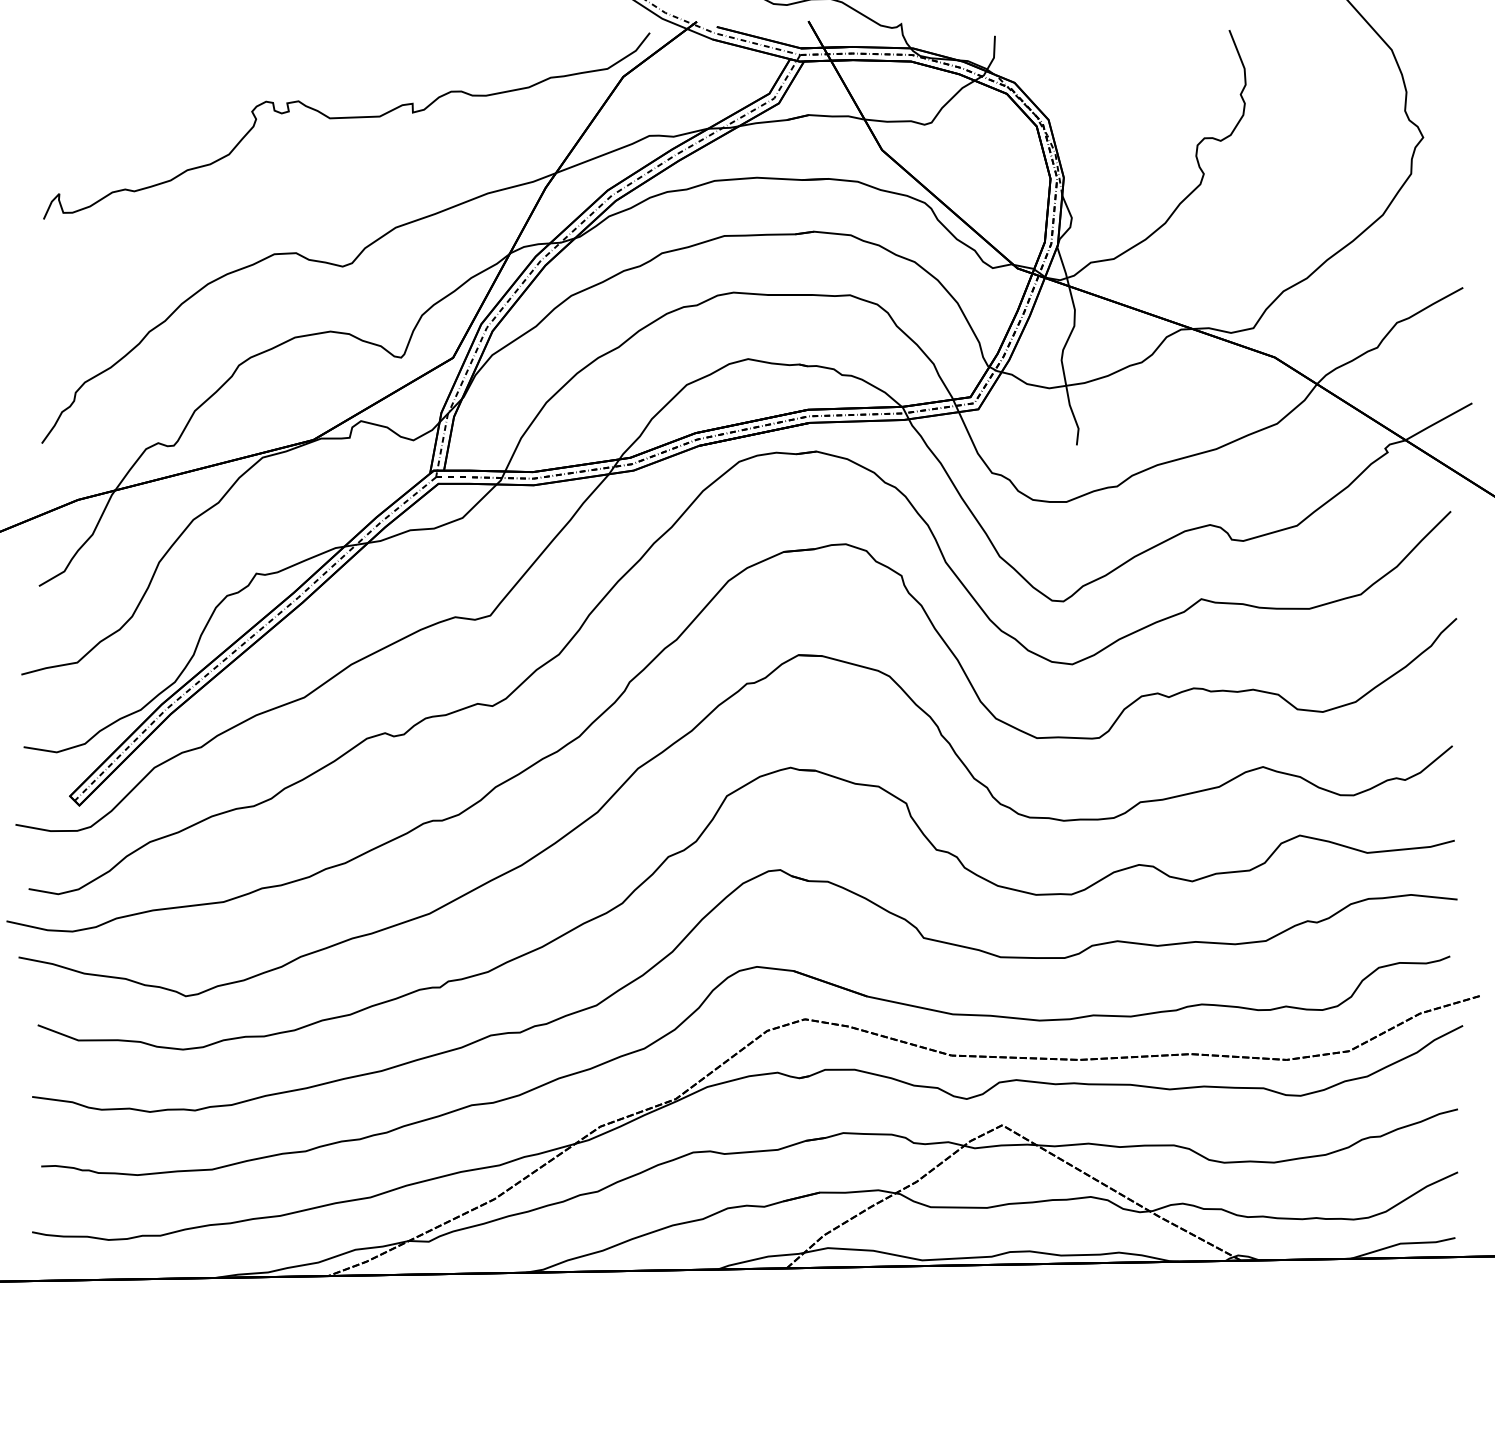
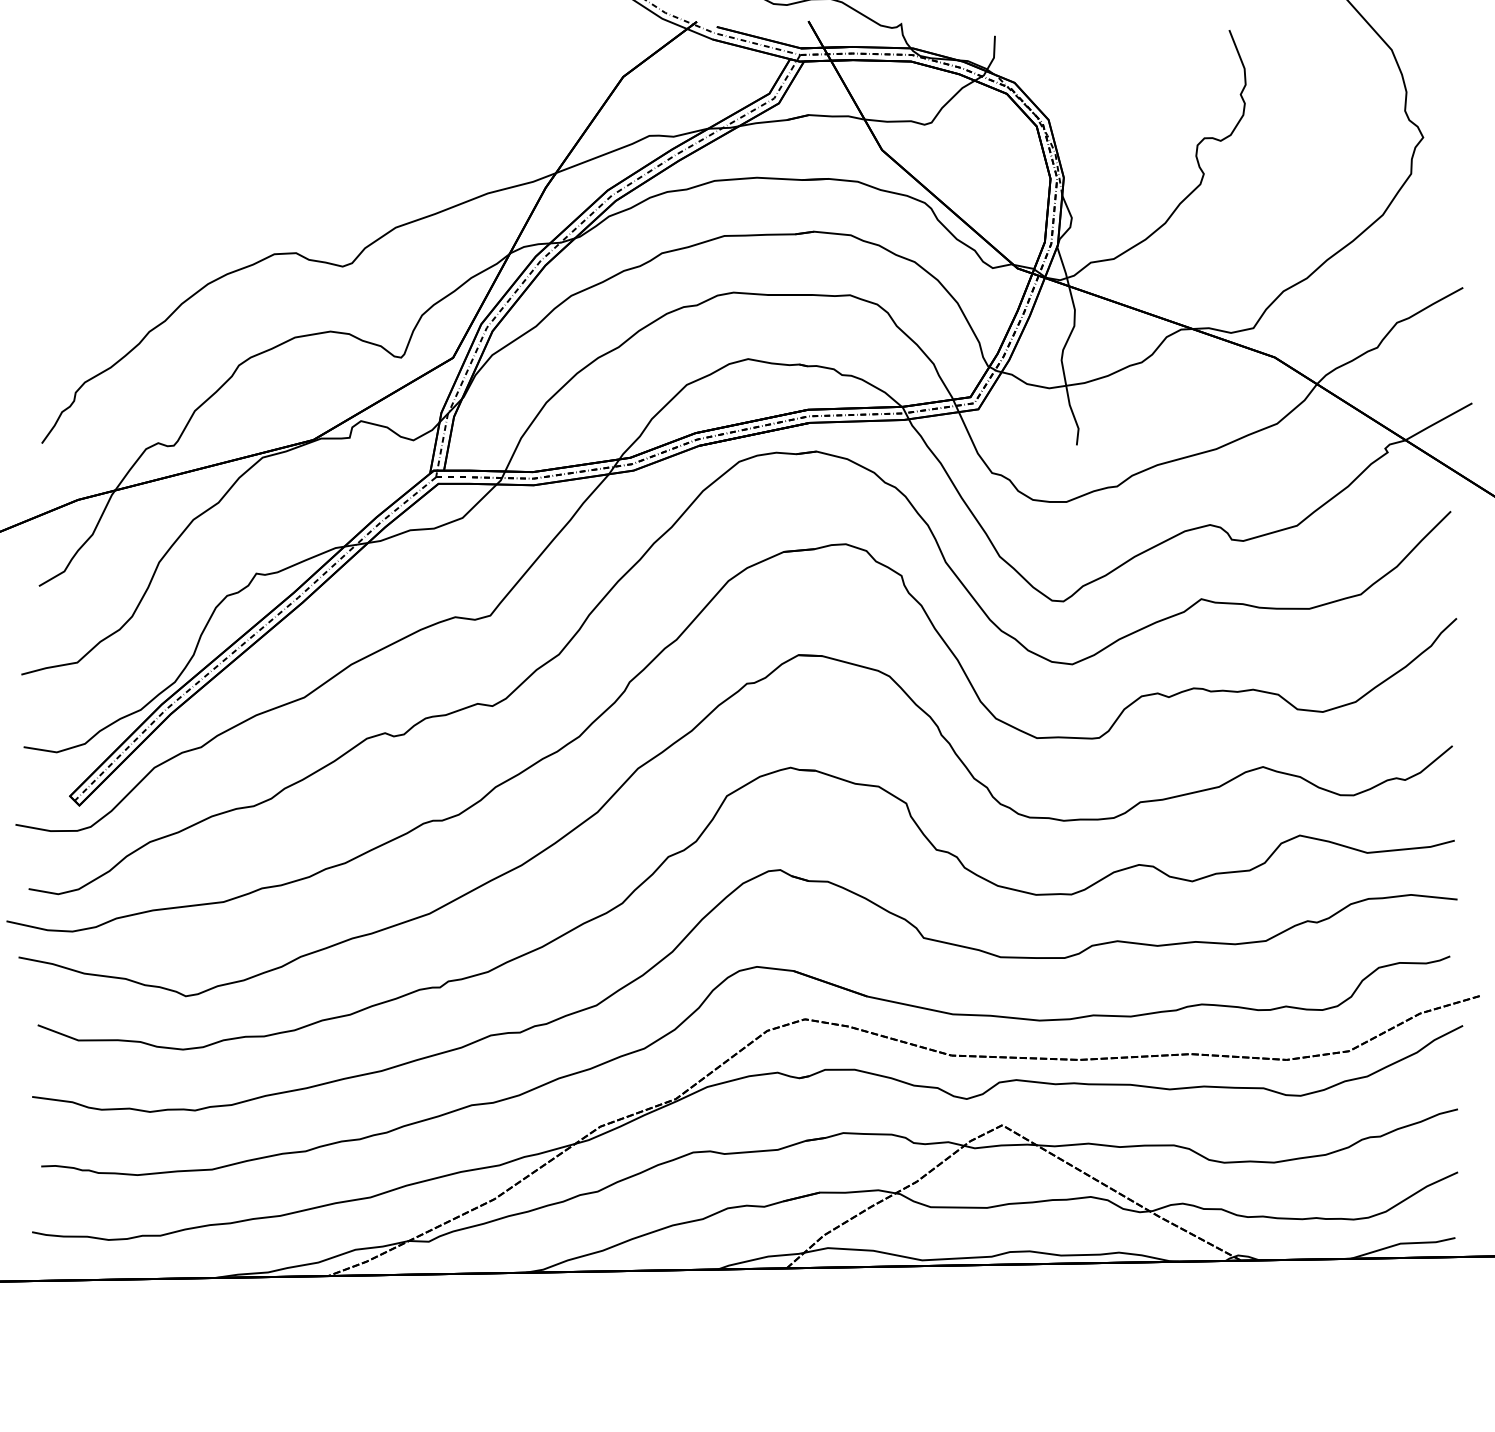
curve at (346, 118): present -> none
